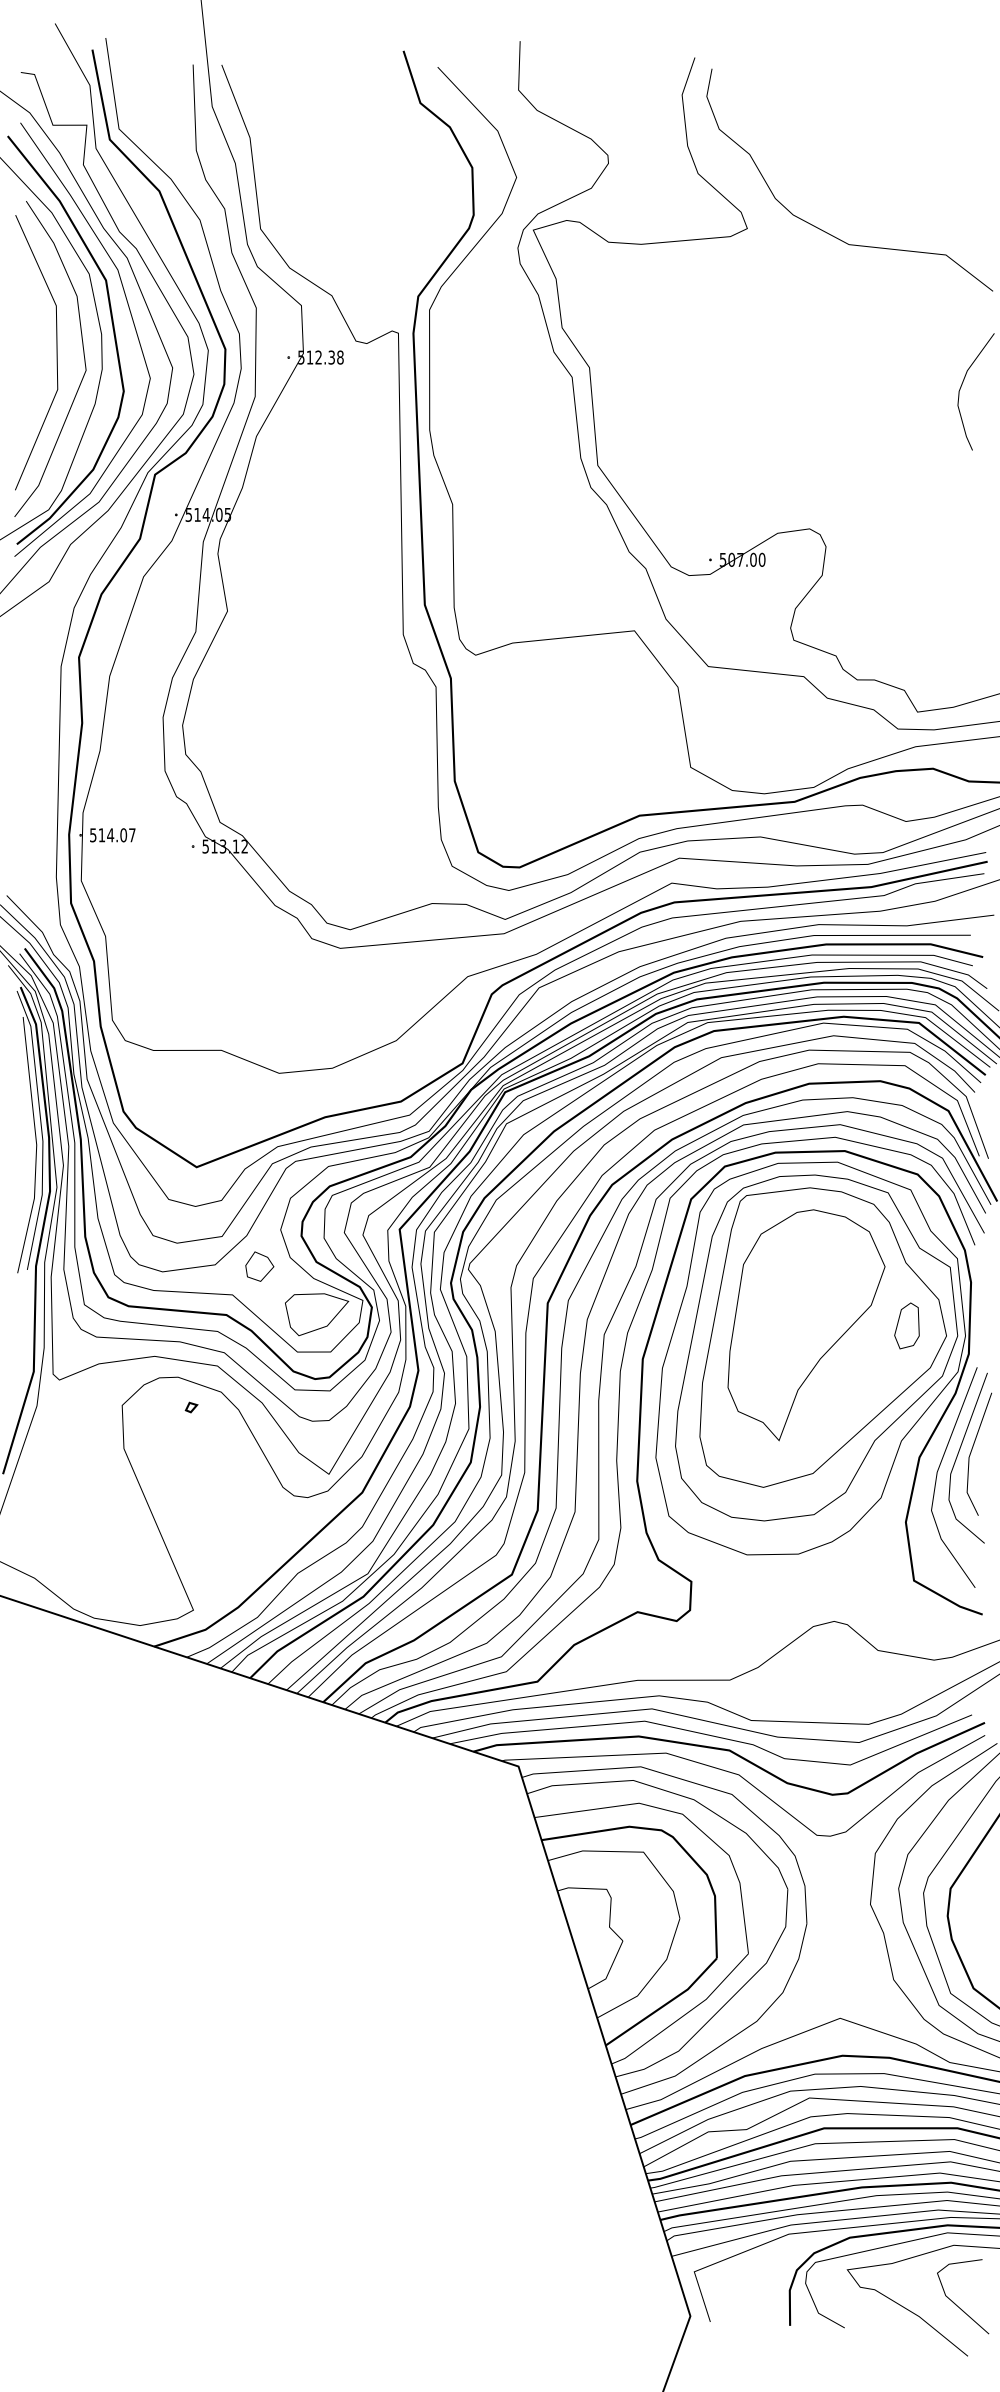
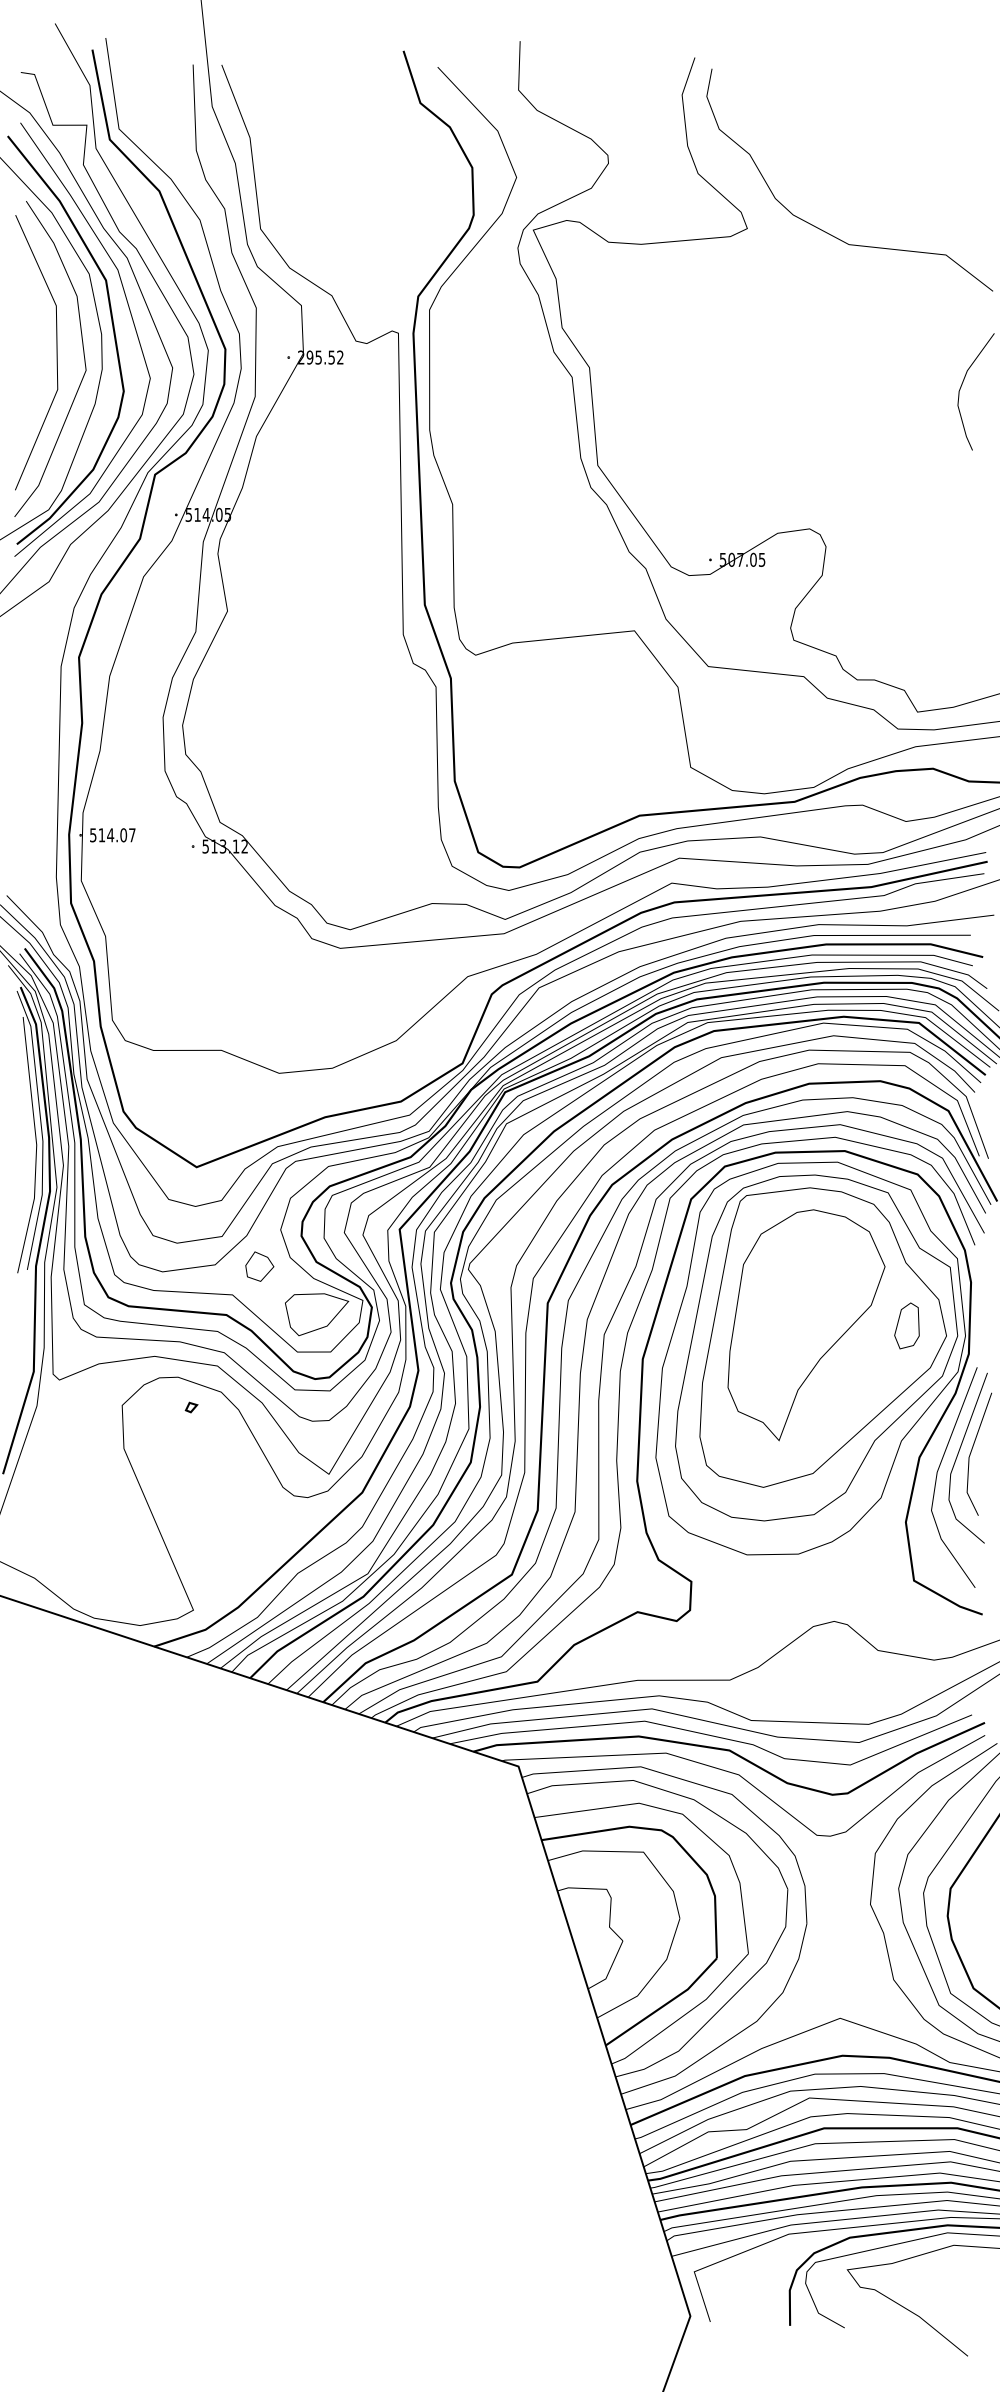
text at (320, 357): 512.38 -> 295.52
text at (761, 559): 507.00 -> 507.05
line at (955, 2303): present -> none
